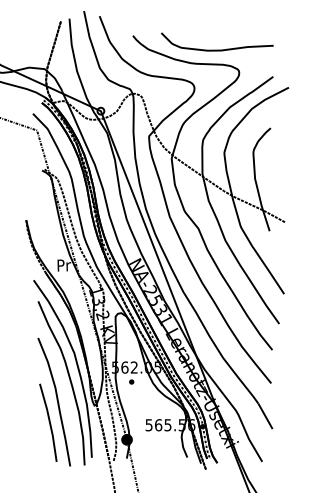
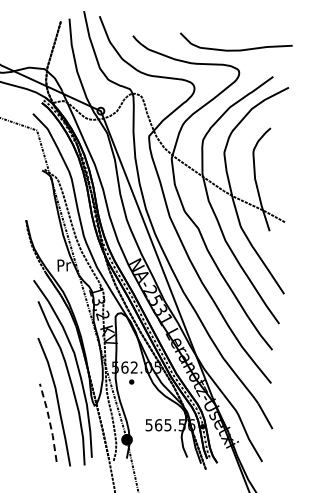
curve at (217, 49) position: (217, 49) -> (236, 49)
line at (49, 421): solid -> dashed
